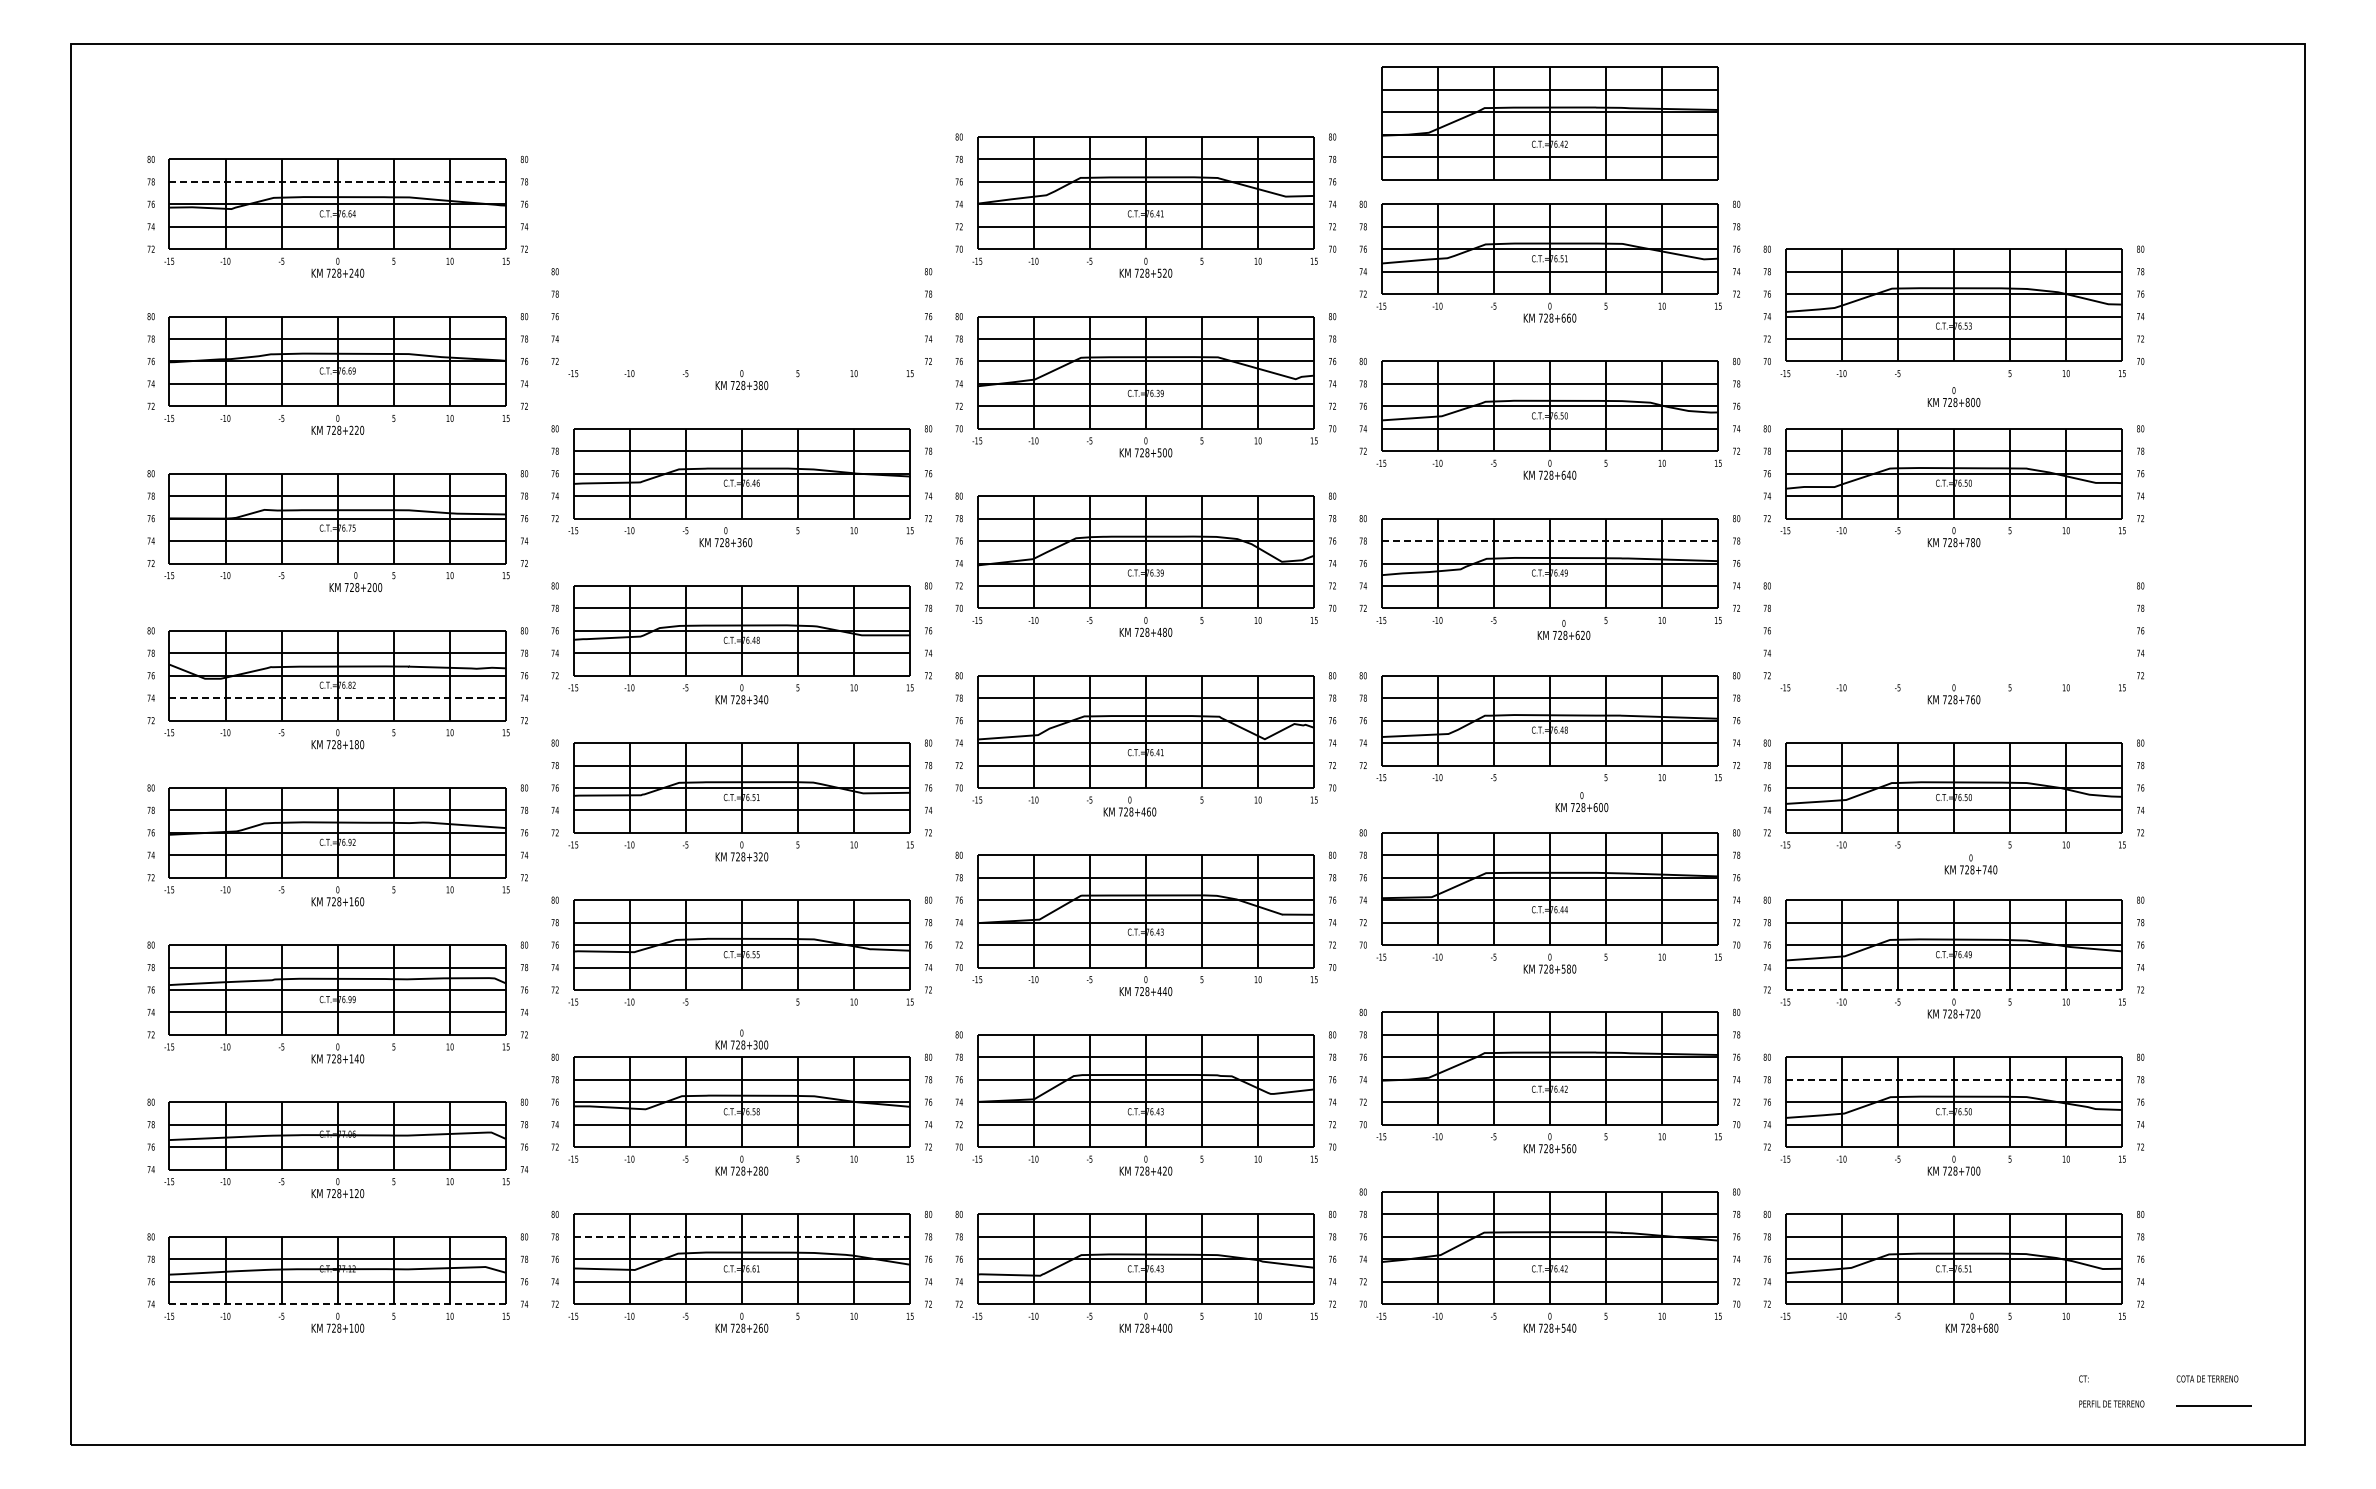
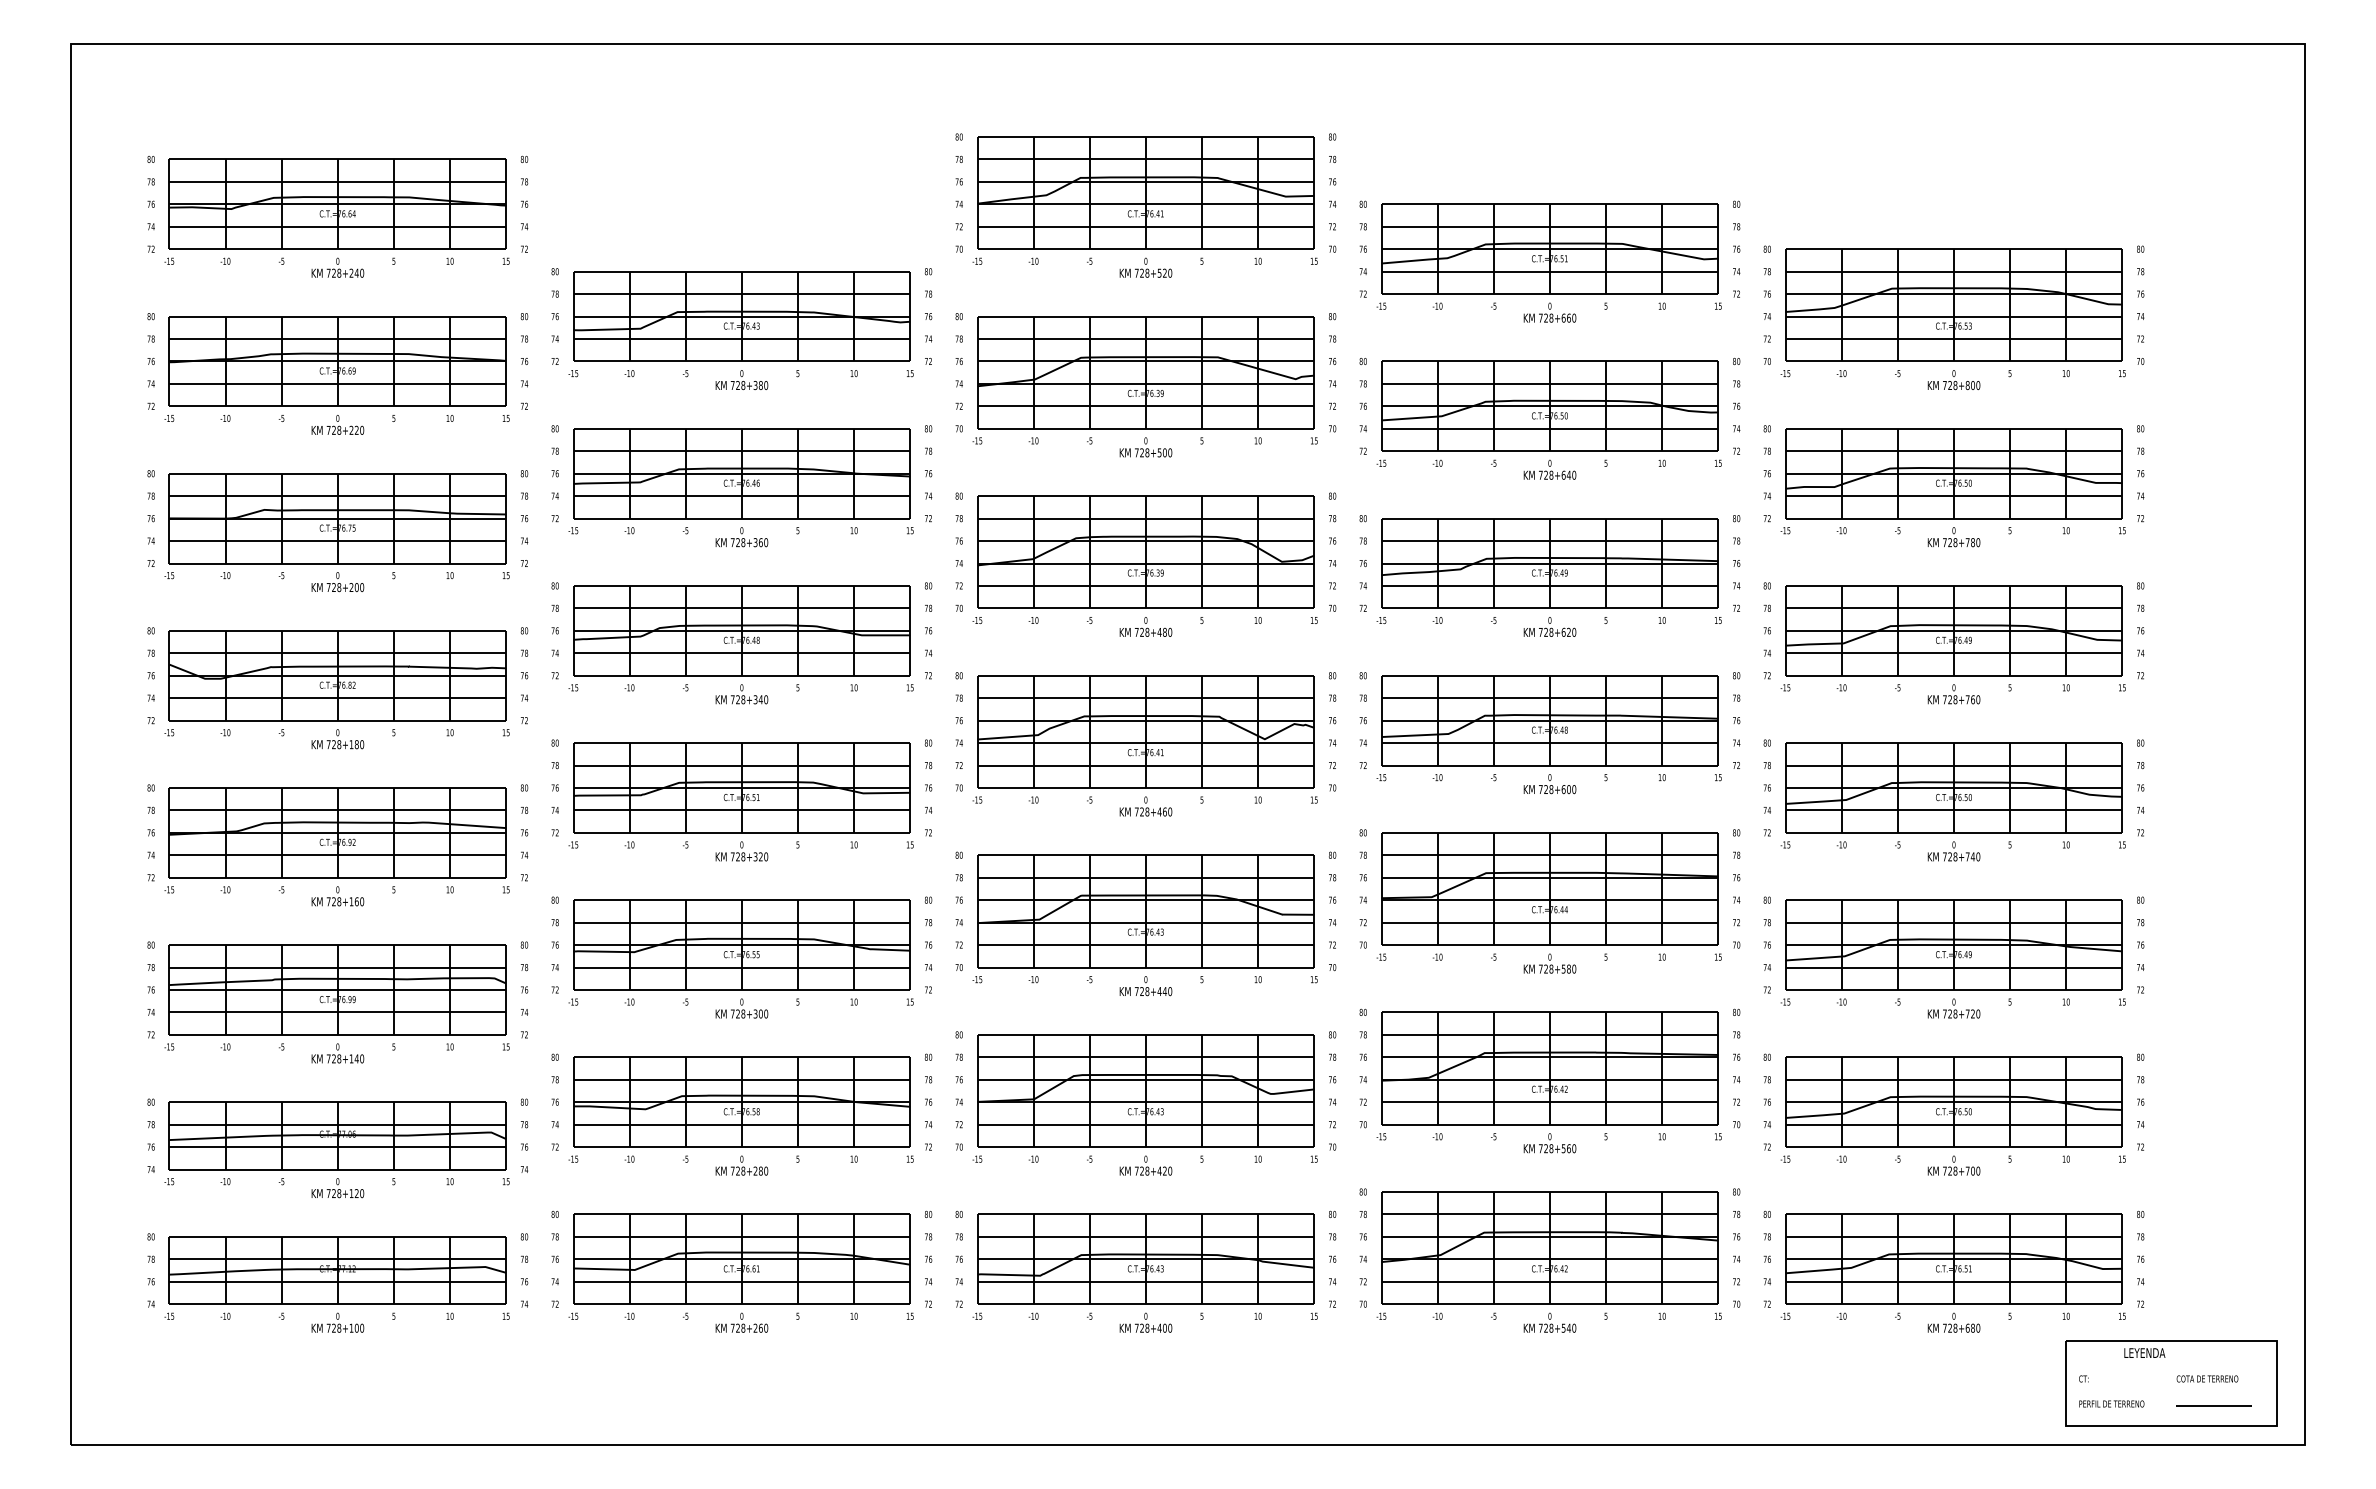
part at (1549, 123): present -> none
line at (338, 181): dashed -> solid
part at (741, 316): none -> present
text at (1953, 397) position: (1953, 397) -> (1953, 380)
text at (725, 537) position: (725, 537) -> (741, 537)
line at (1550, 541): dashed -> solid
text at (355, 582) position: (355, 582) -> (337, 582)
text at (1563, 629) position: (1563, 629) -> (1549, 626)
part at (1953, 630): none -> present
line at (338, 698): dashed -> solid
text at (1581, 802) position: (1581, 802) -> (1549, 784)
text at (1129, 806) position: (1129, 806) -> (1145, 806)
text at (1970, 864) position: (1970, 864) -> (1953, 851)
line at (1954, 990): dashed -> solid
text at (741, 1039) position: (741, 1039) -> (741, 1008)
line at (1954, 1079): dashed -> solid
line at (742, 1236): dashed -> solid
line at (338, 1304): dashed -> solid
text at (1971, 1322) position: (1971, 1322) -> (1953, 1322)
part at (2171, 1383): none -> present
